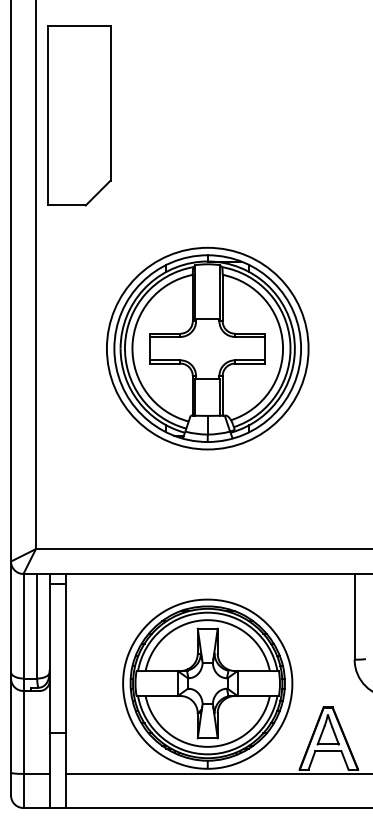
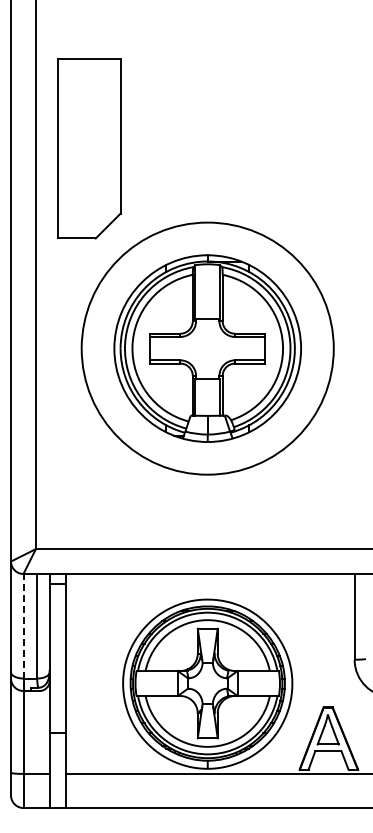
part at (79, 115) position: (79, 115) -> (89, 148)
circle at (207, 348) diameter: 202 px -> 252 px
line at (23, 625): solid -> dashed
